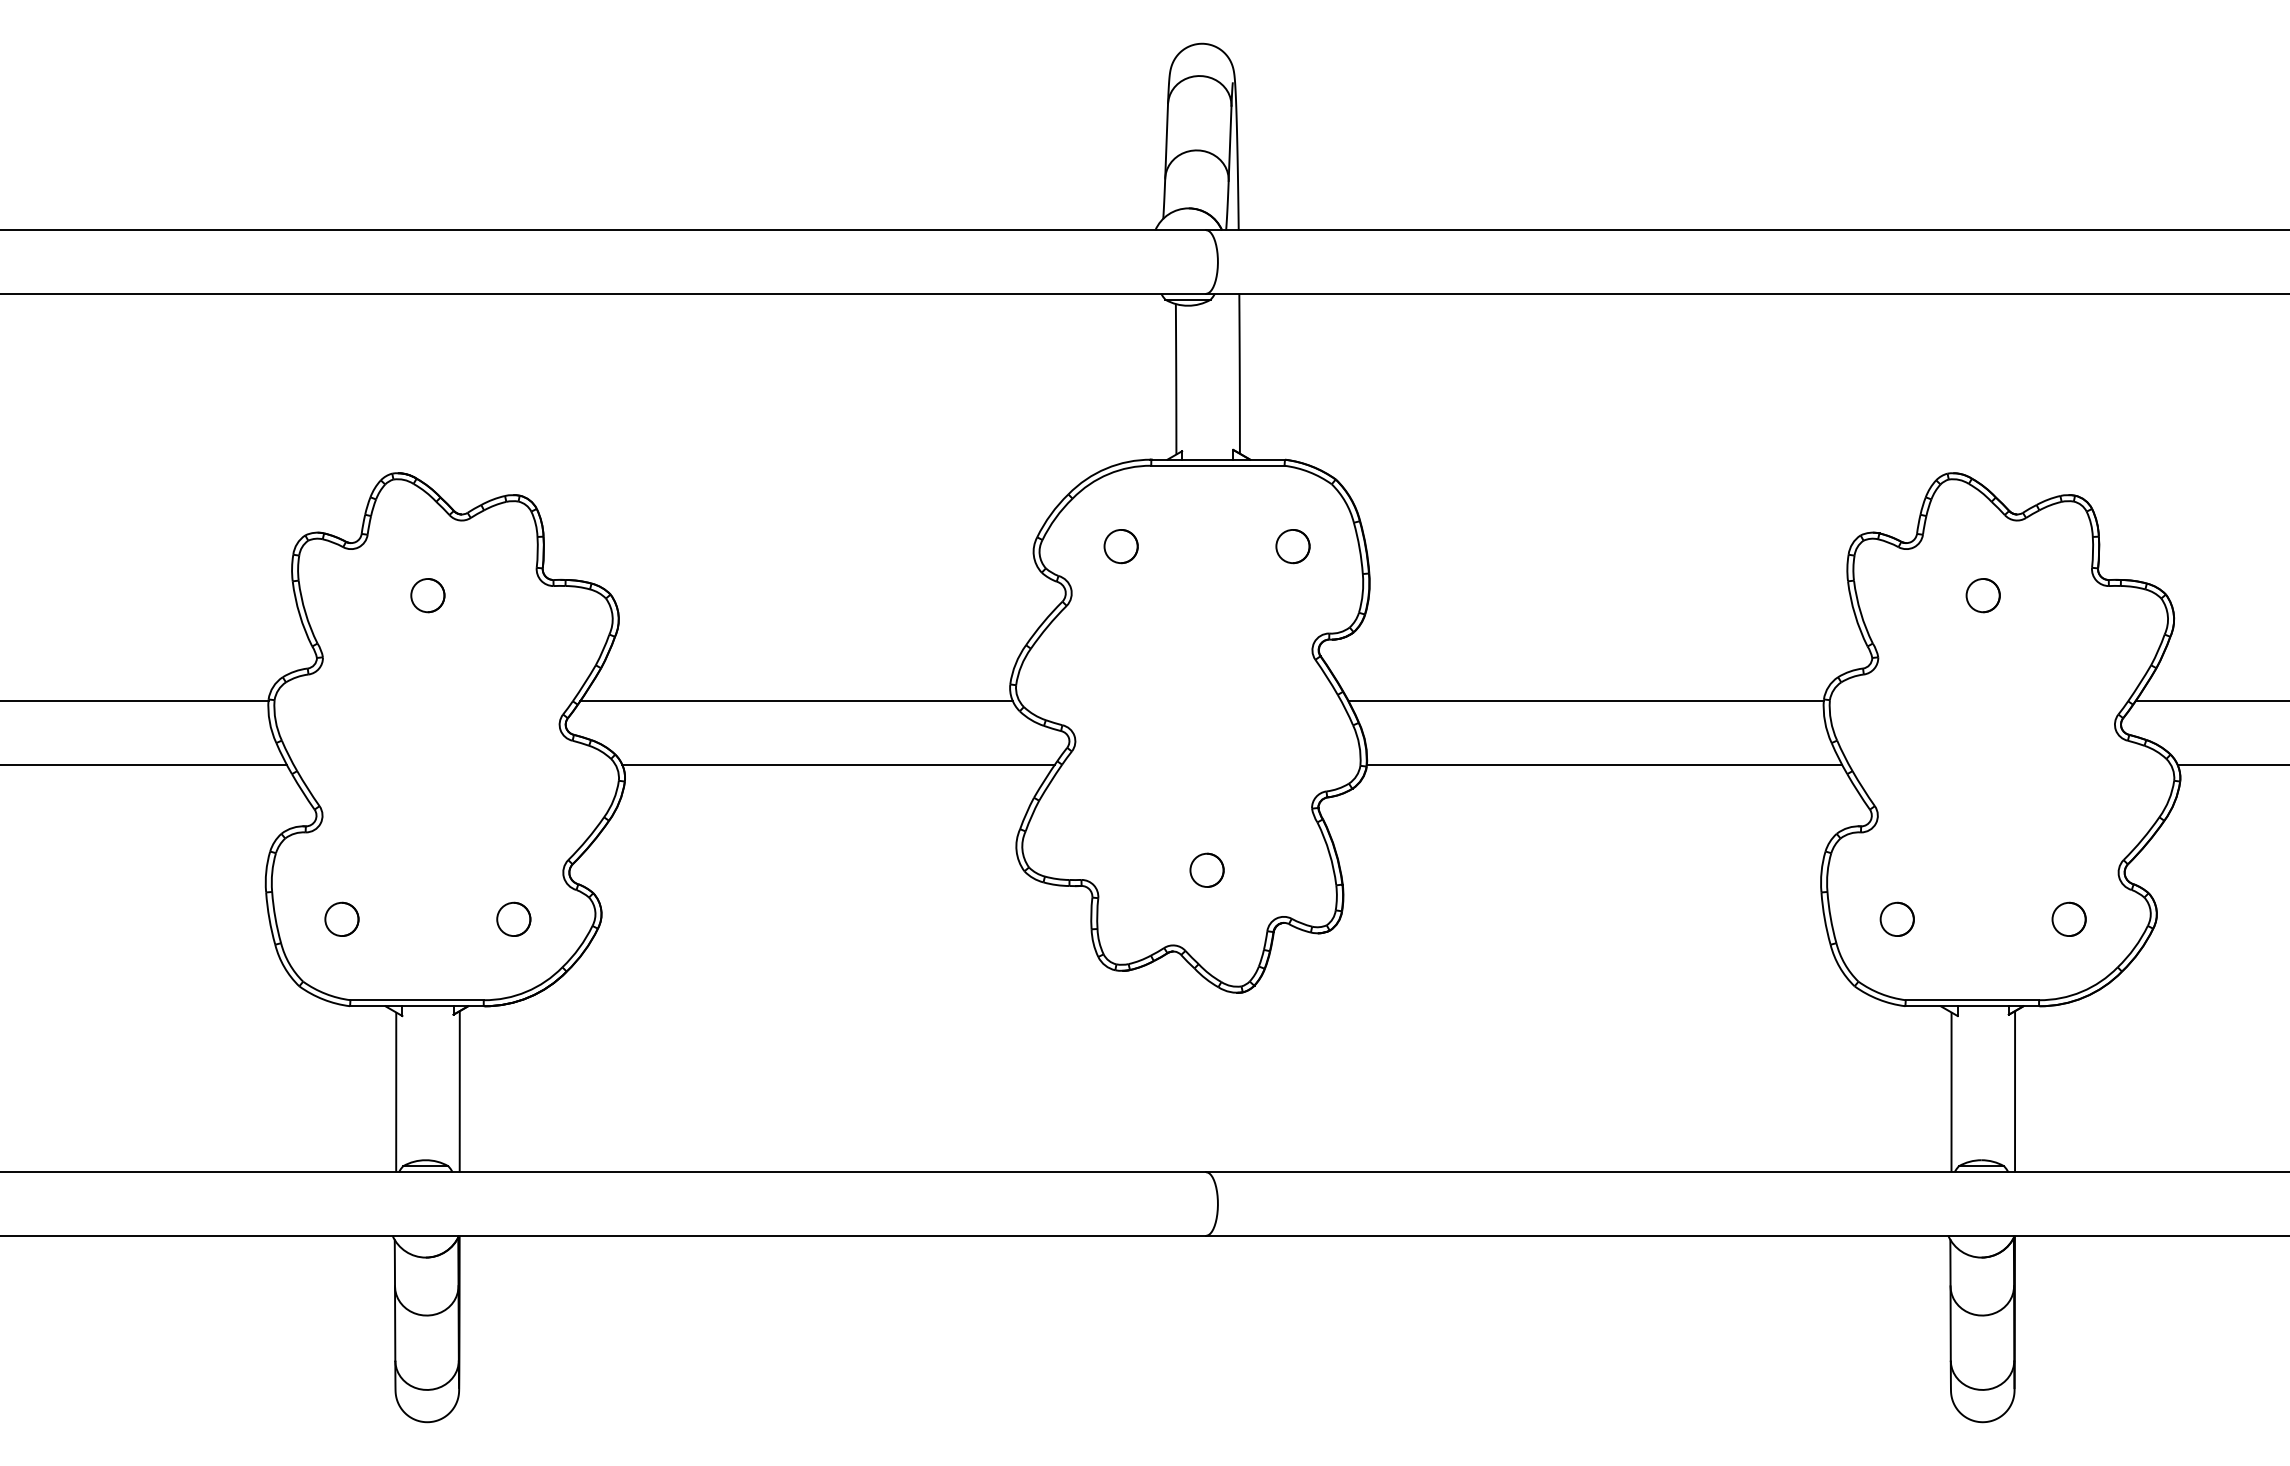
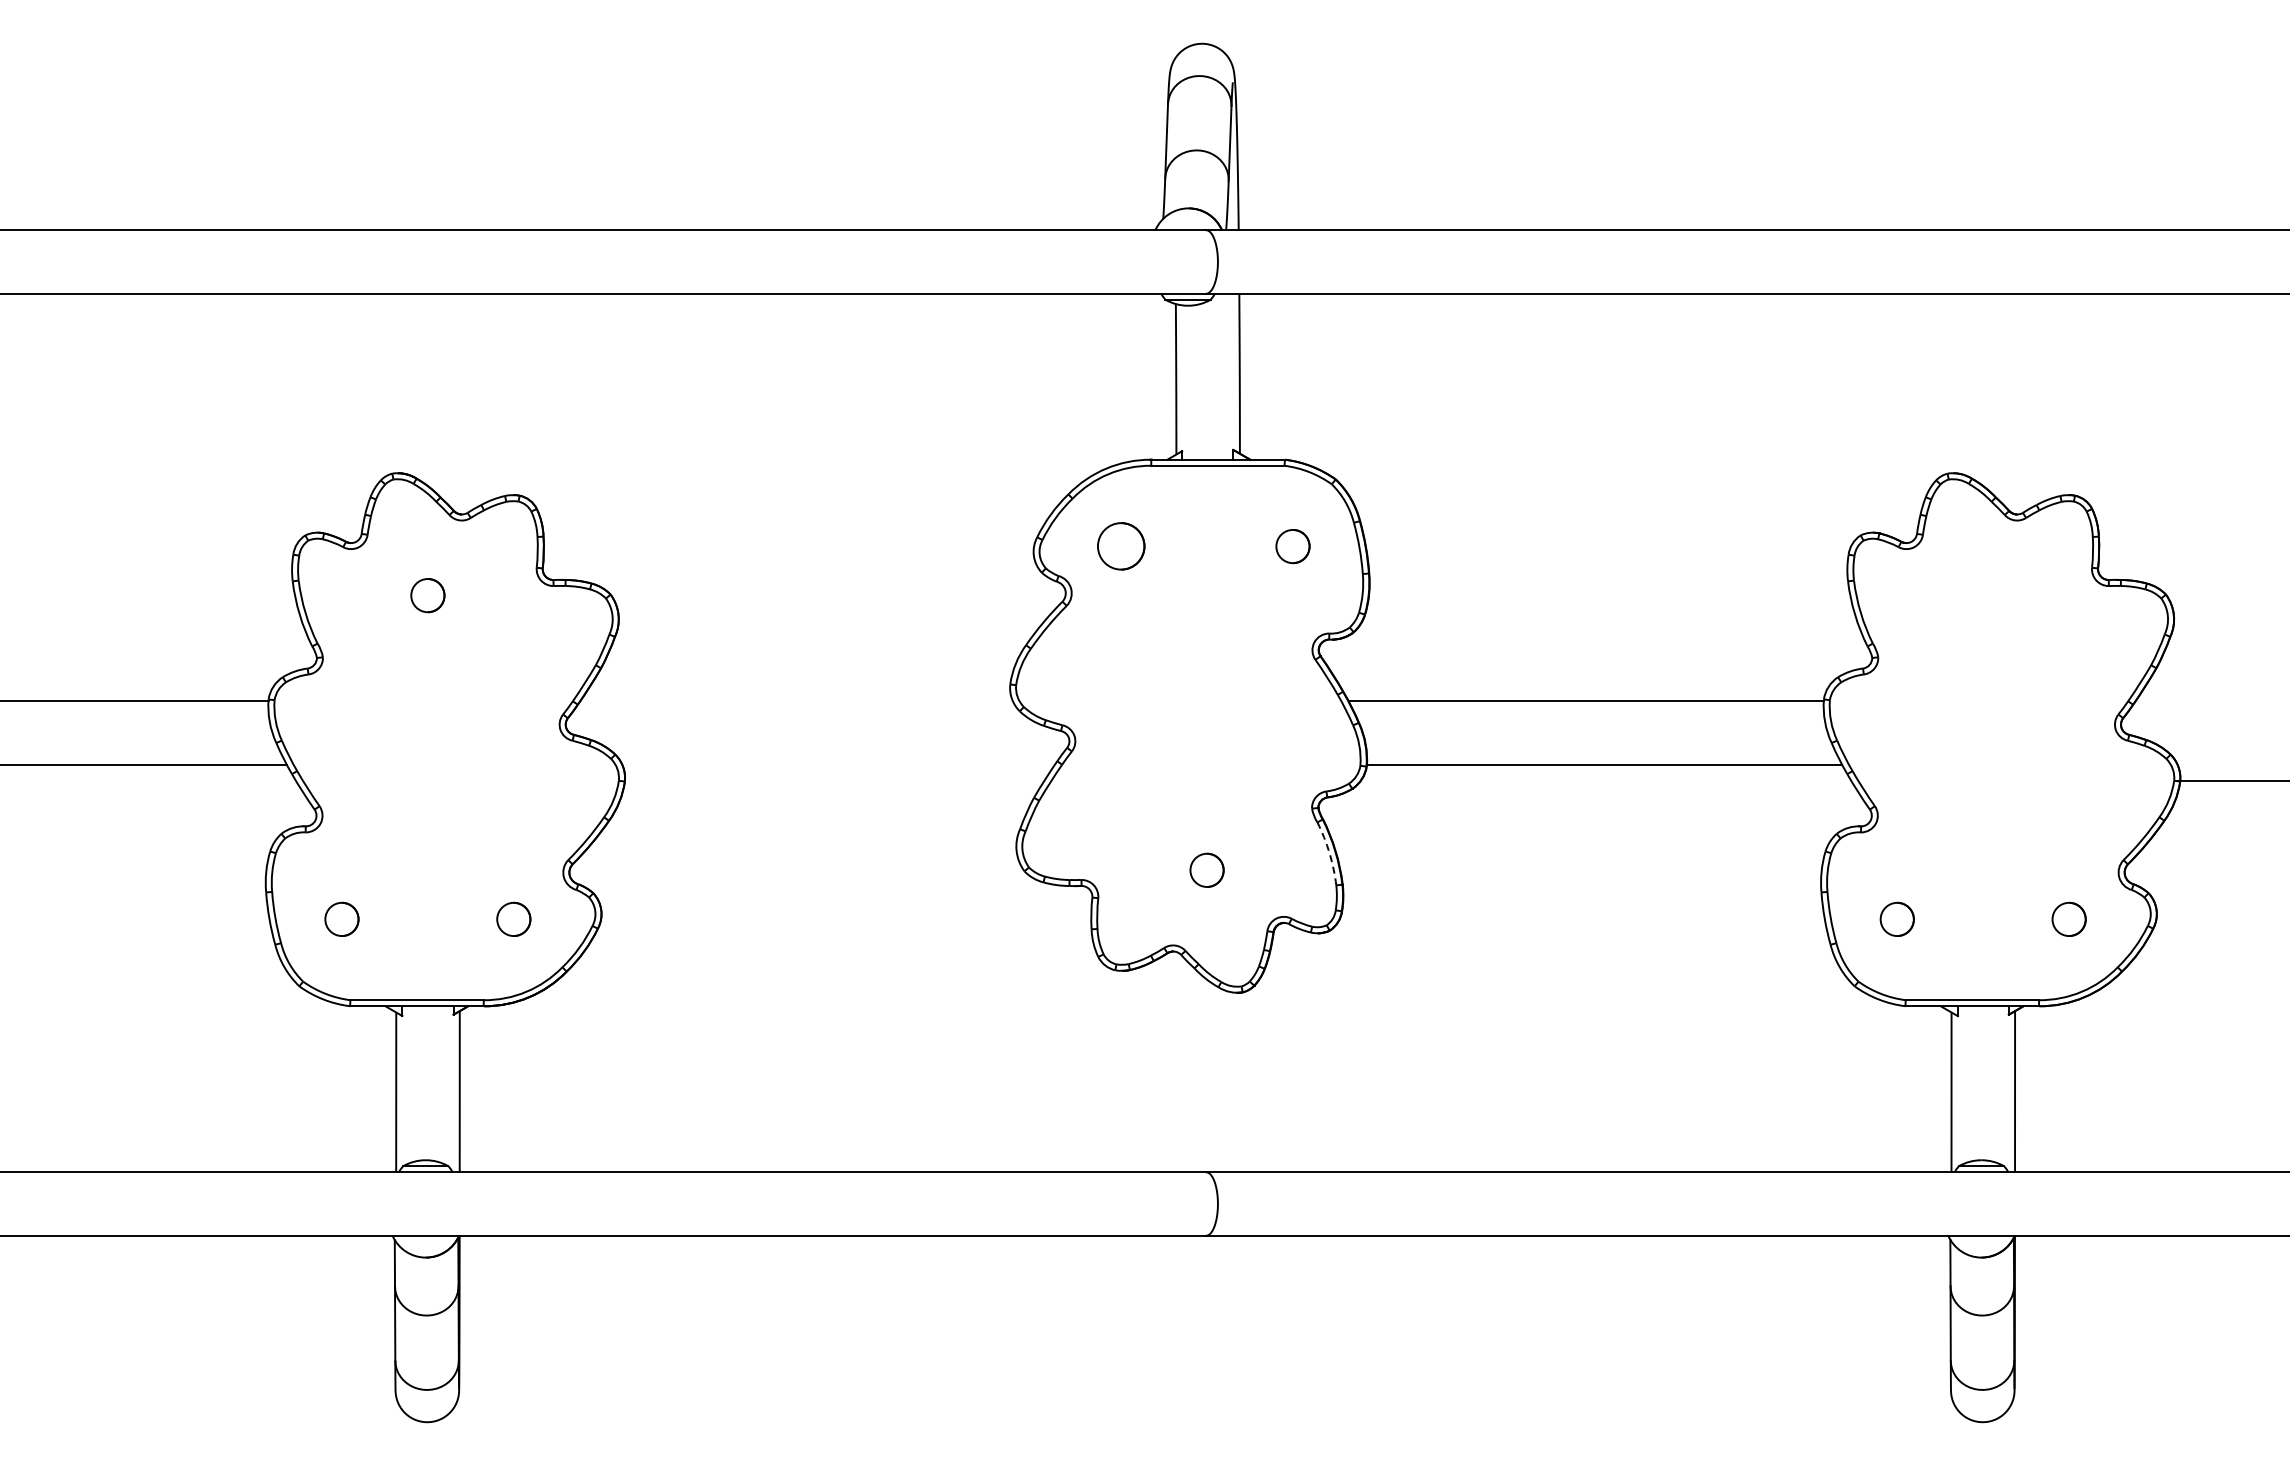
circle at (1120, 546) size: 36x36 px -> 49x49 px
circle at (1982, 595): present -> none
line at (796, 701): present -> none
line at (2210, 701): present -> none
line at (838, 764): present -> none
line at (2231, 764) position: (2231, 764) -> (2231, 780)
arc at (1329, 853): solid -> dashed
